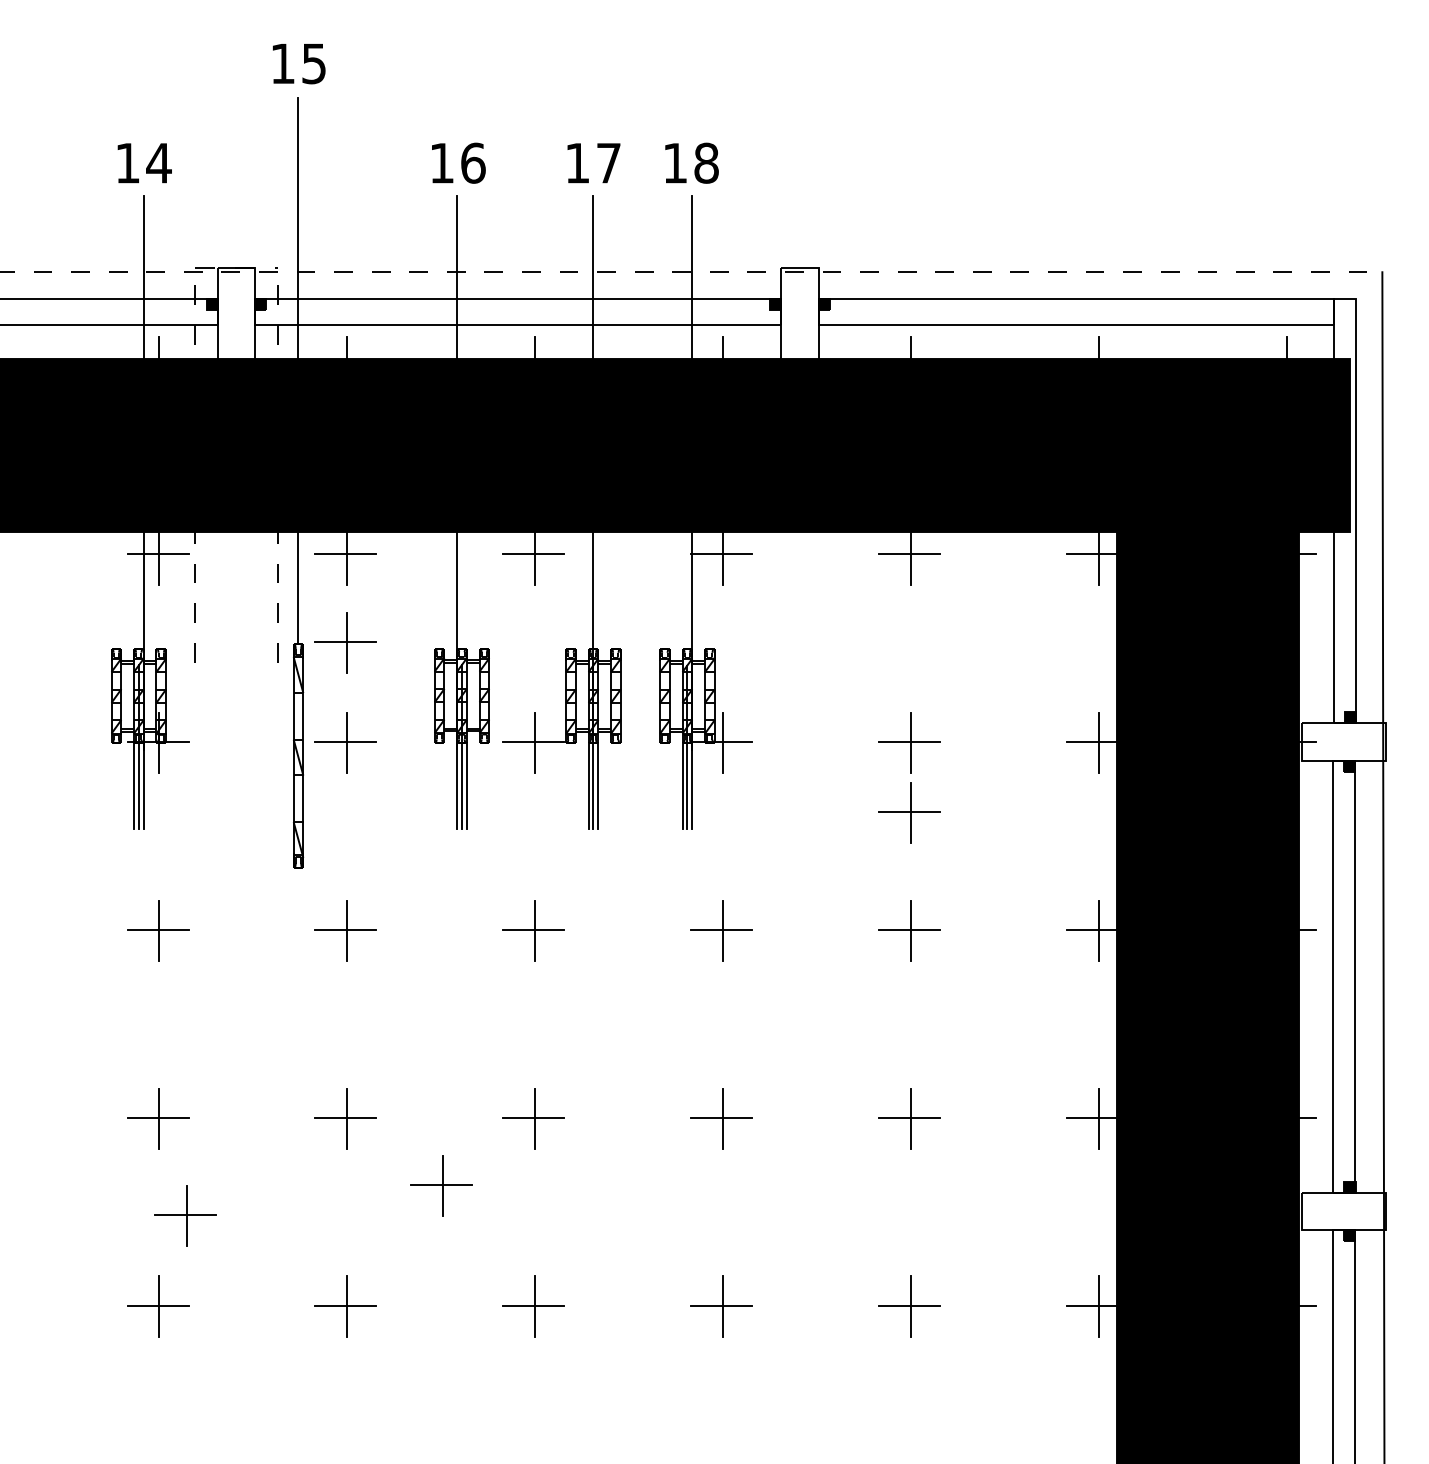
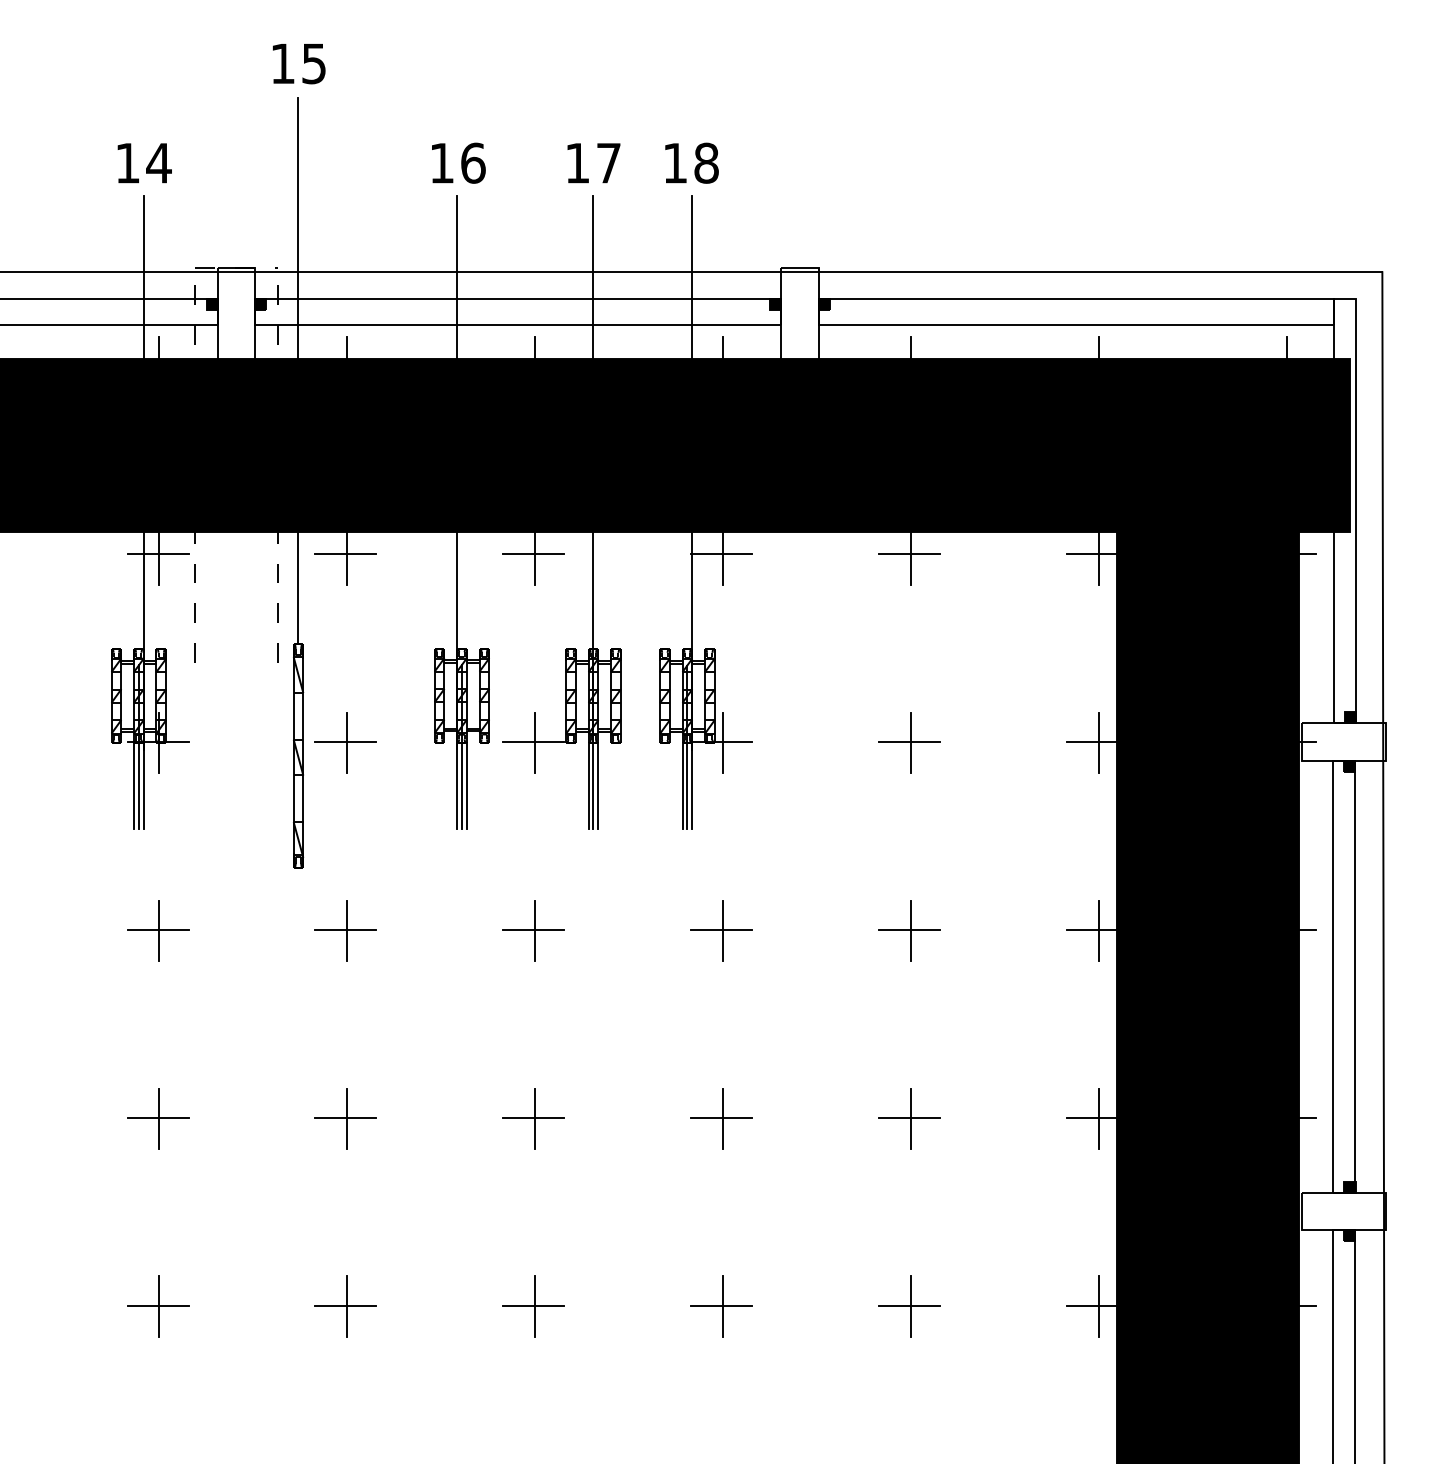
line at (691, 272): dashed -> solid
part at (345, 642): present -> none
part at (909, 812): present -> none
part at (441, 1185): present -> none
part at (185, 1215): present -> none
